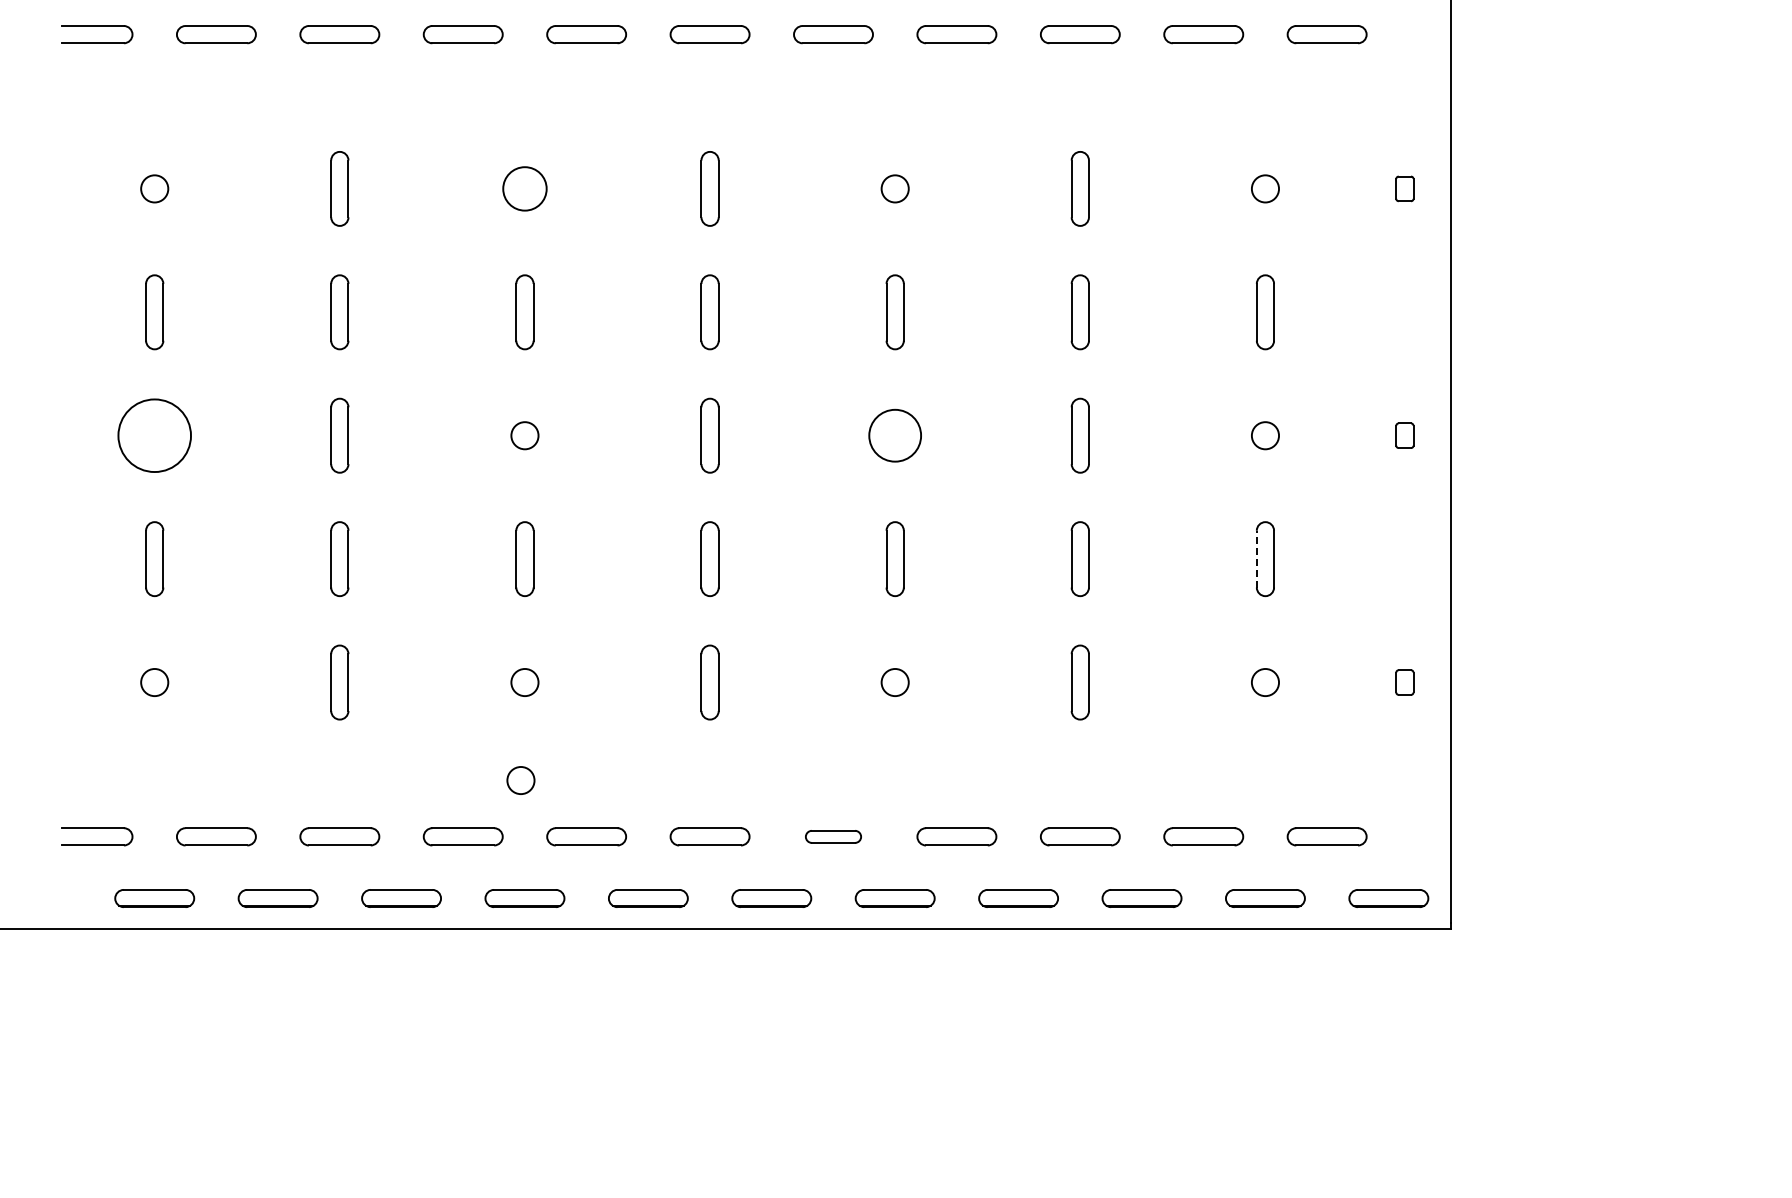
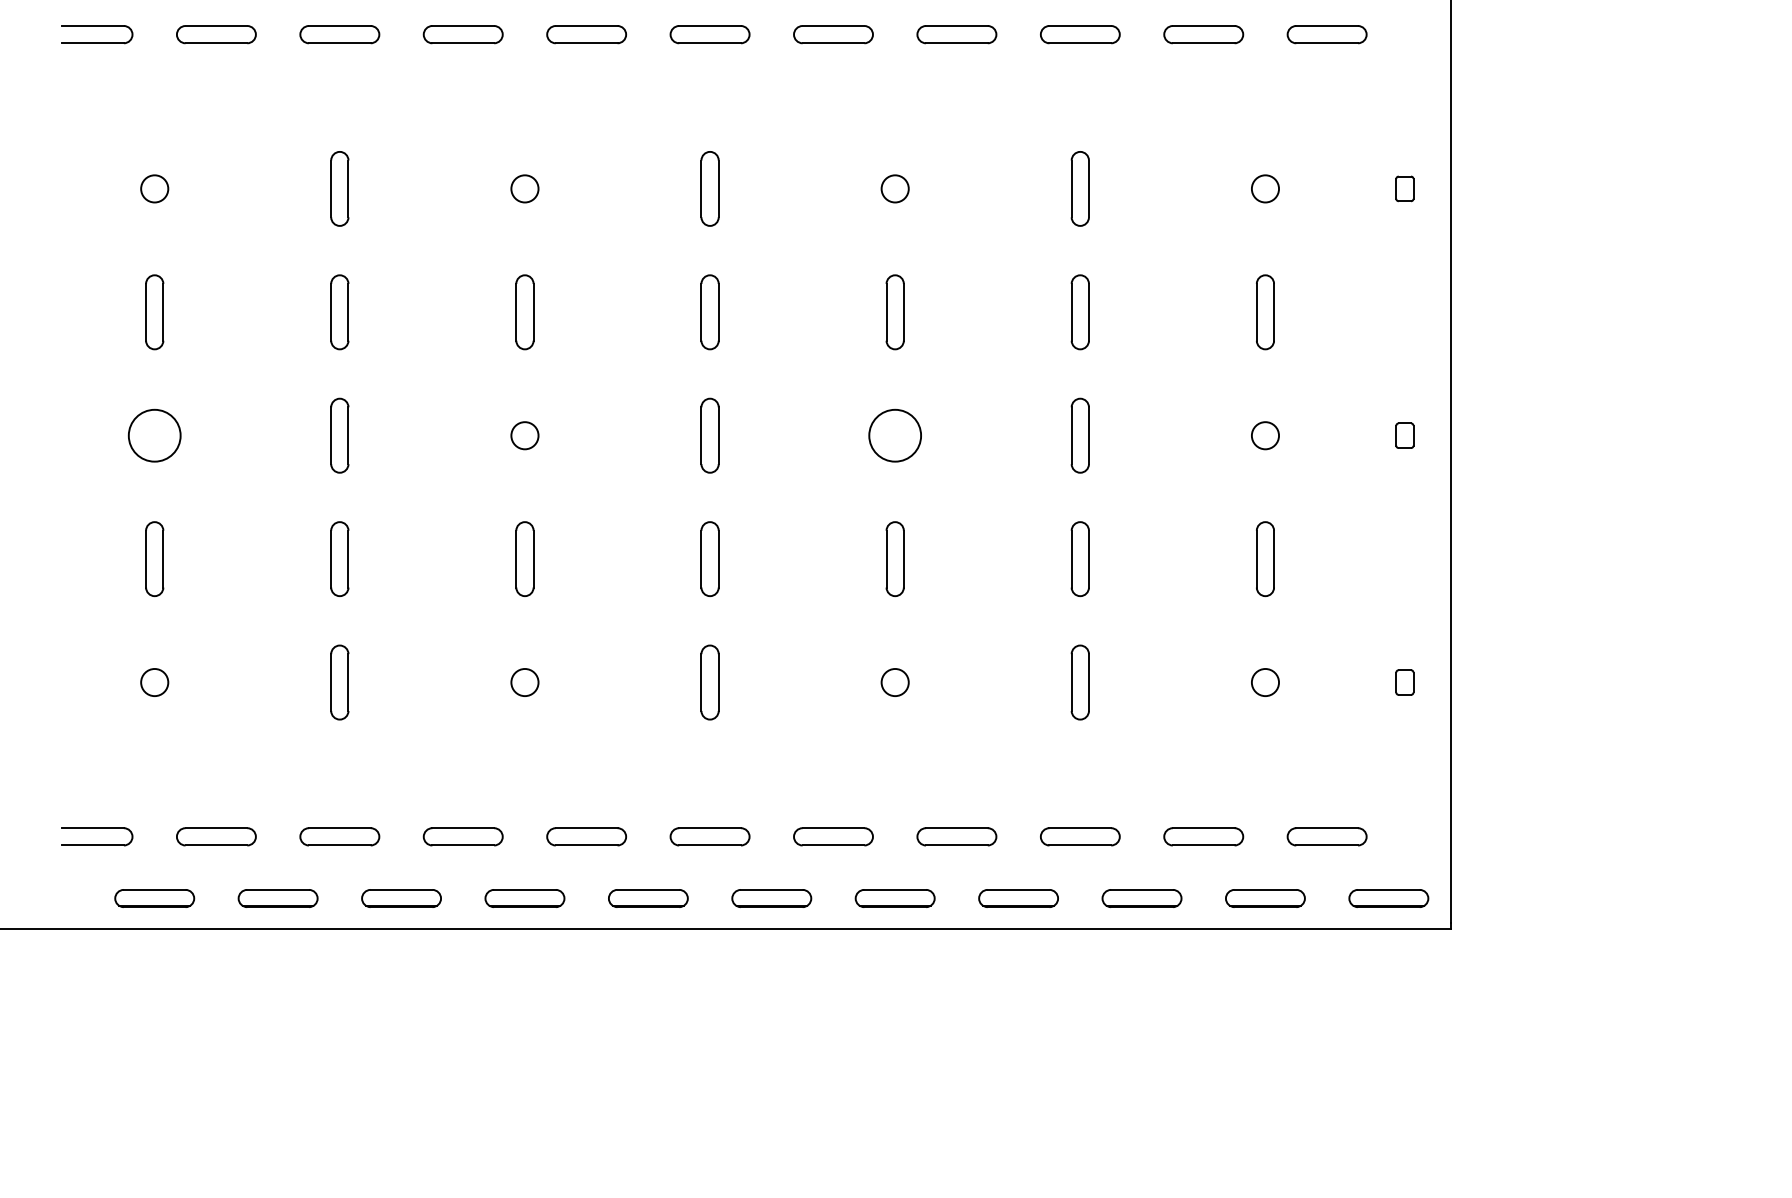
circle at (524, 188) diameter: 43 px -> 27 px
circle at (154, 435) diameter: 73 px -> 52 px
line at (1256, 558): dashed -> solid
circle at (520, 780): present -> none
part at (833, 836) size: 57x14 px -> 81x20 px
